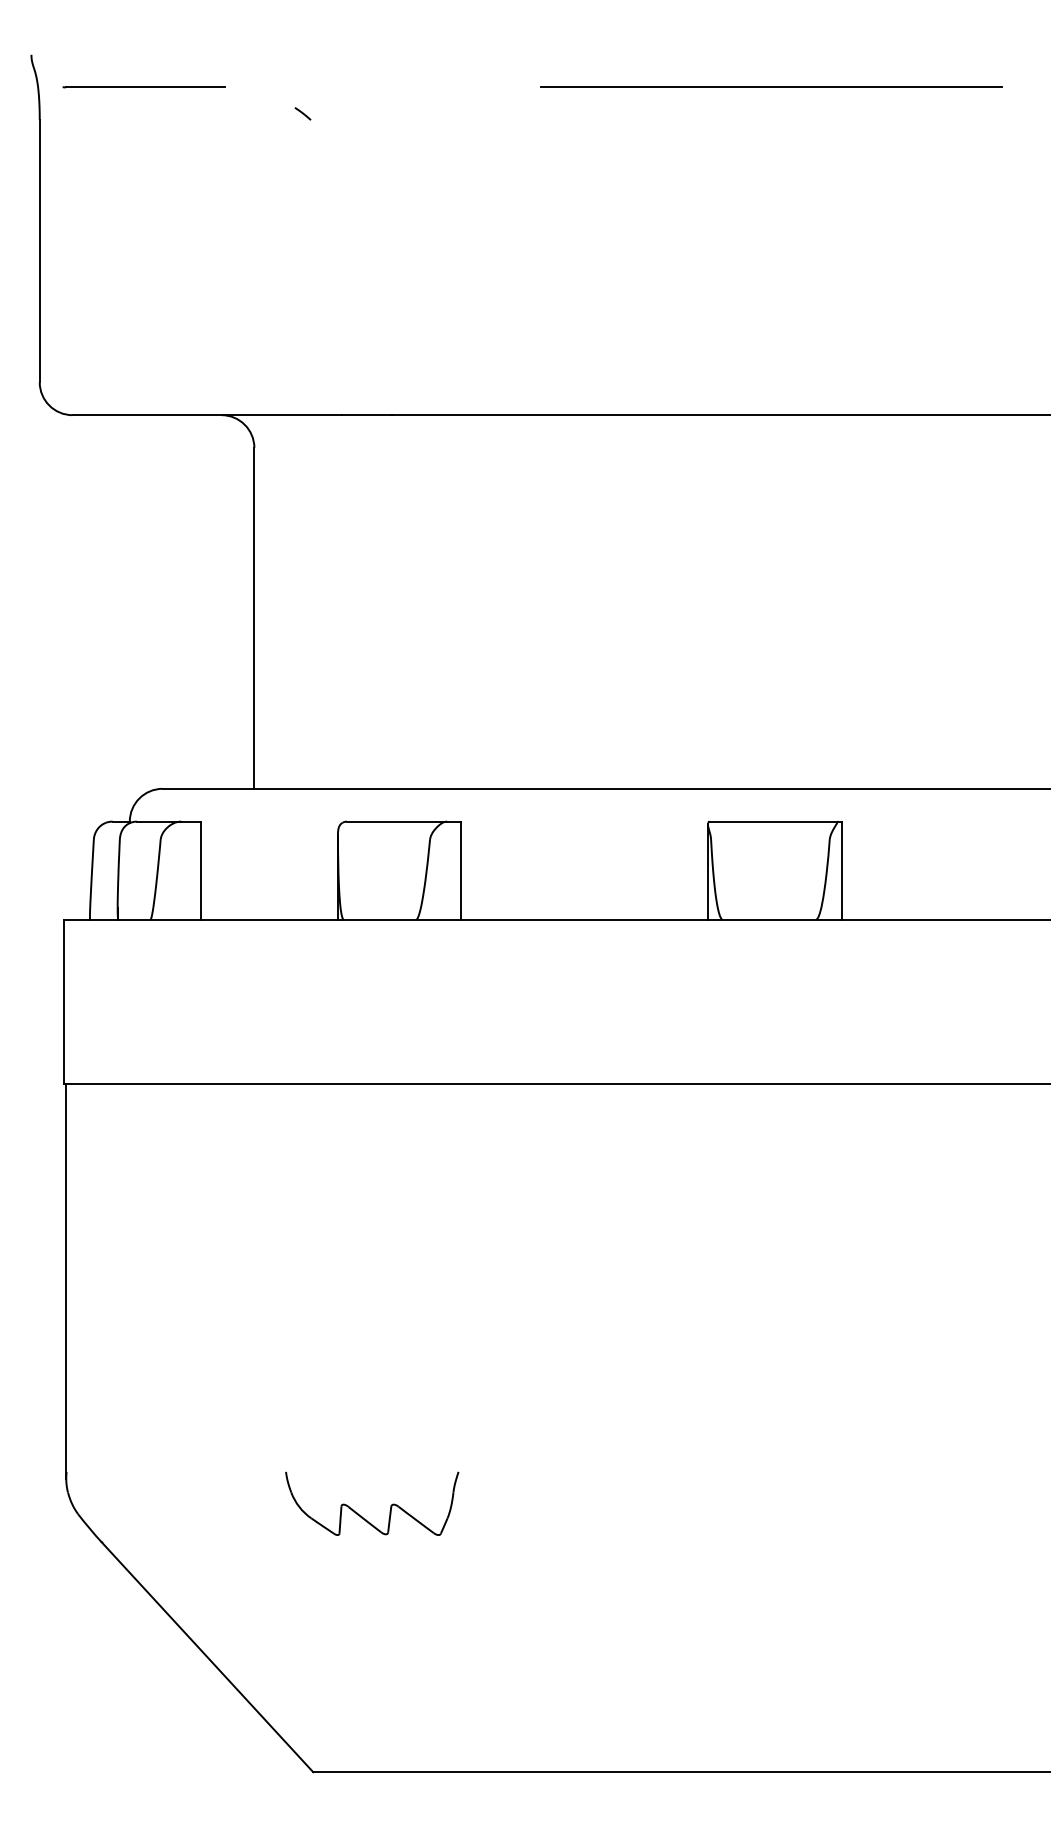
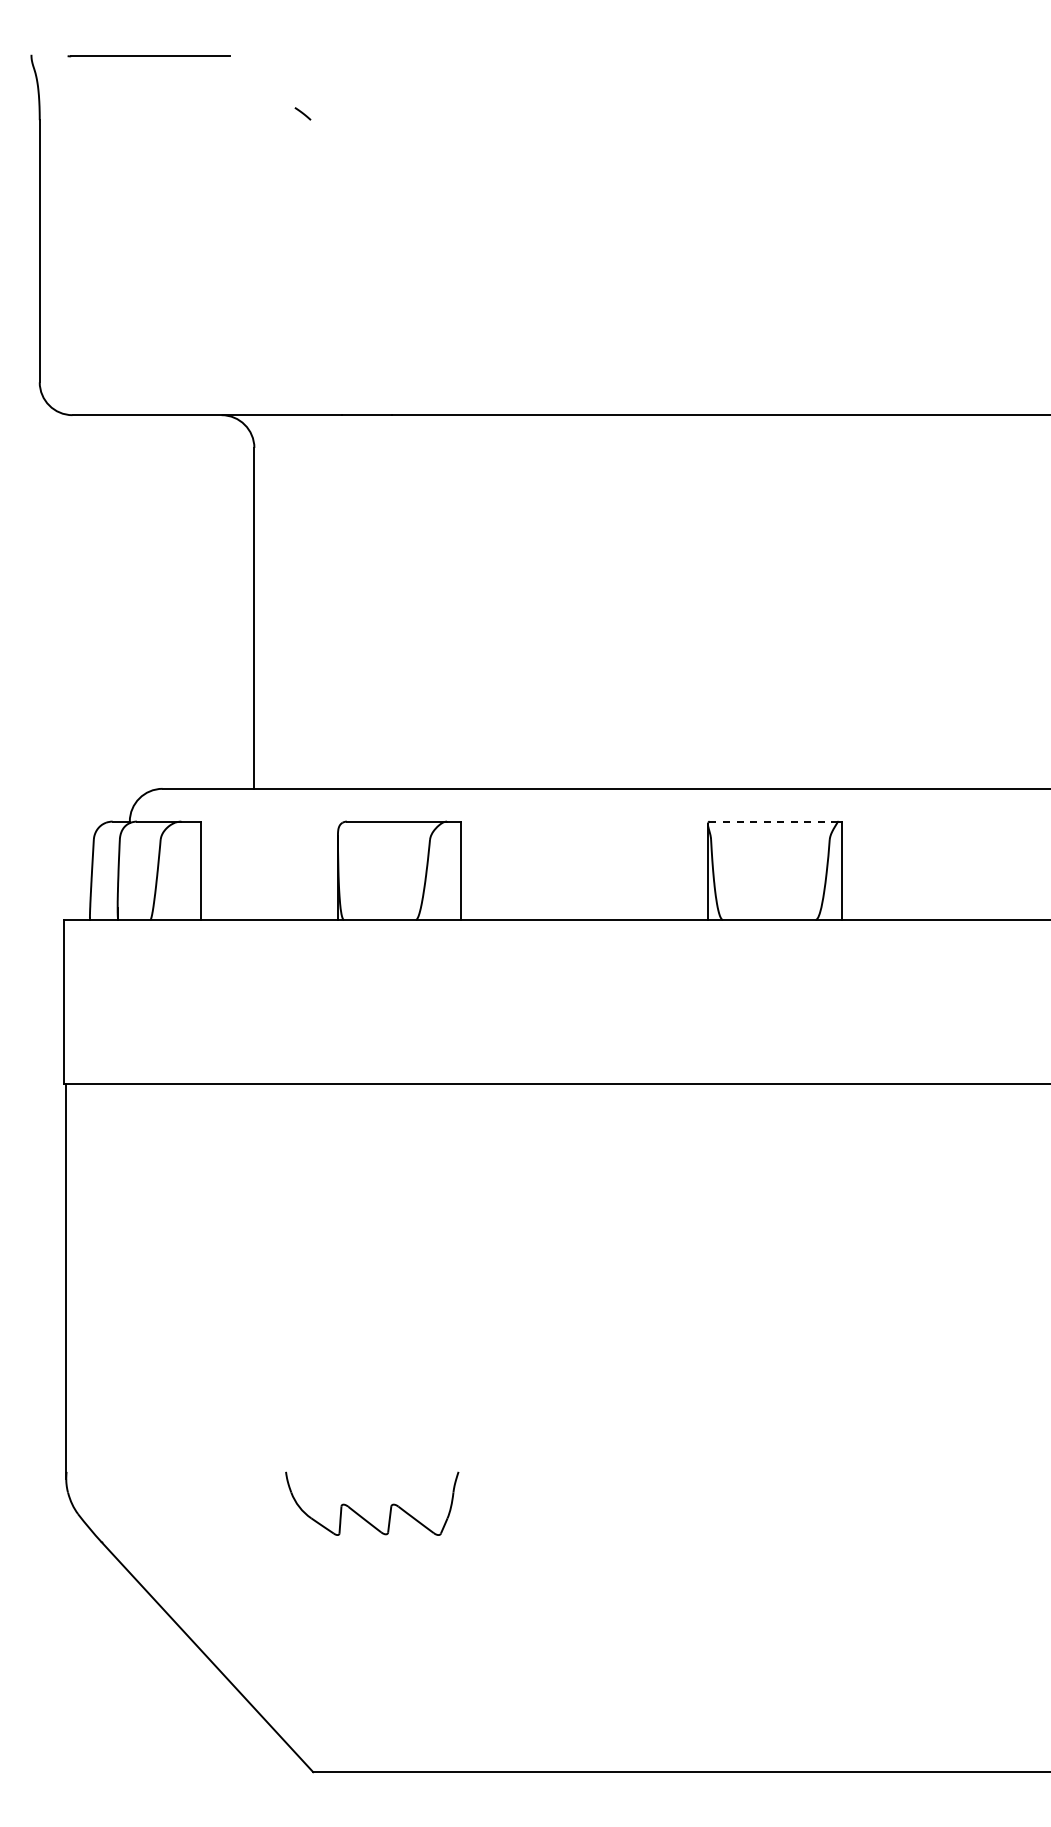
line at (143, 87) position: (143, 87) -> (148, 56)
line at (771, 87): present -> none
line at (773, 821): solid -> dashed
